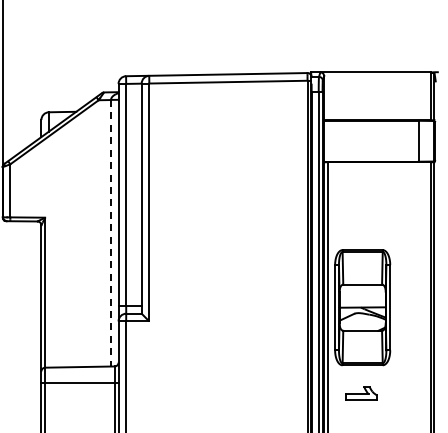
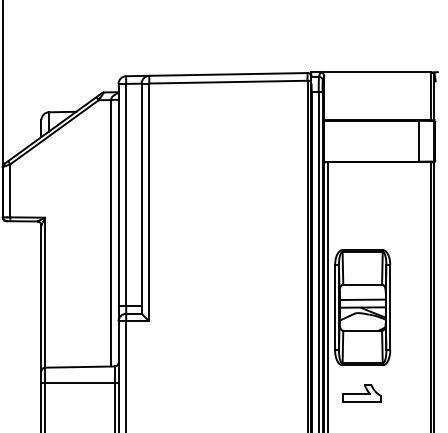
line at (111, 233): dashed -> solid
line at (362, 299): none -> present
part at (361, 393) size: 33x15 px -> 40x19 px
